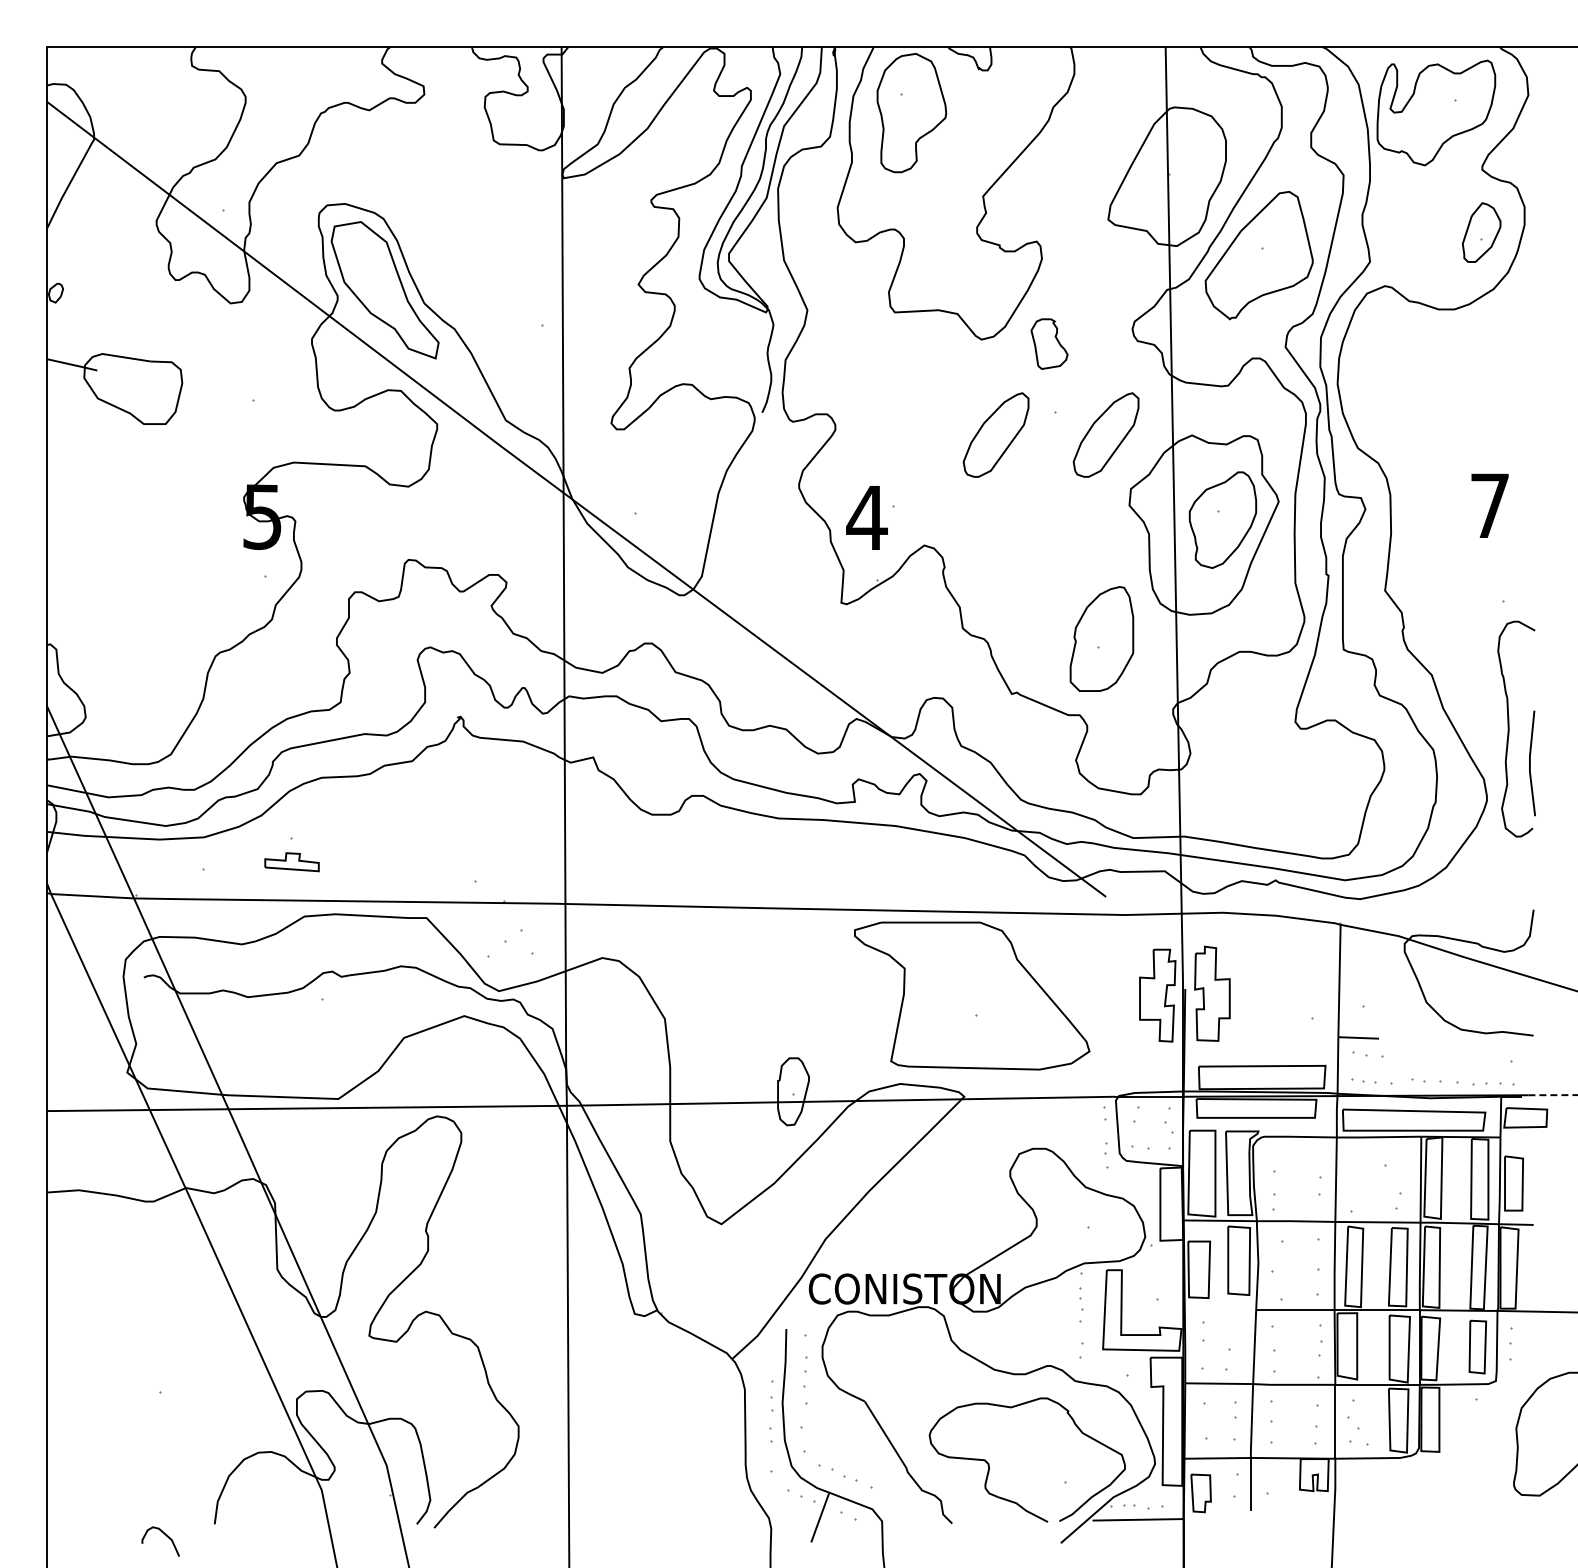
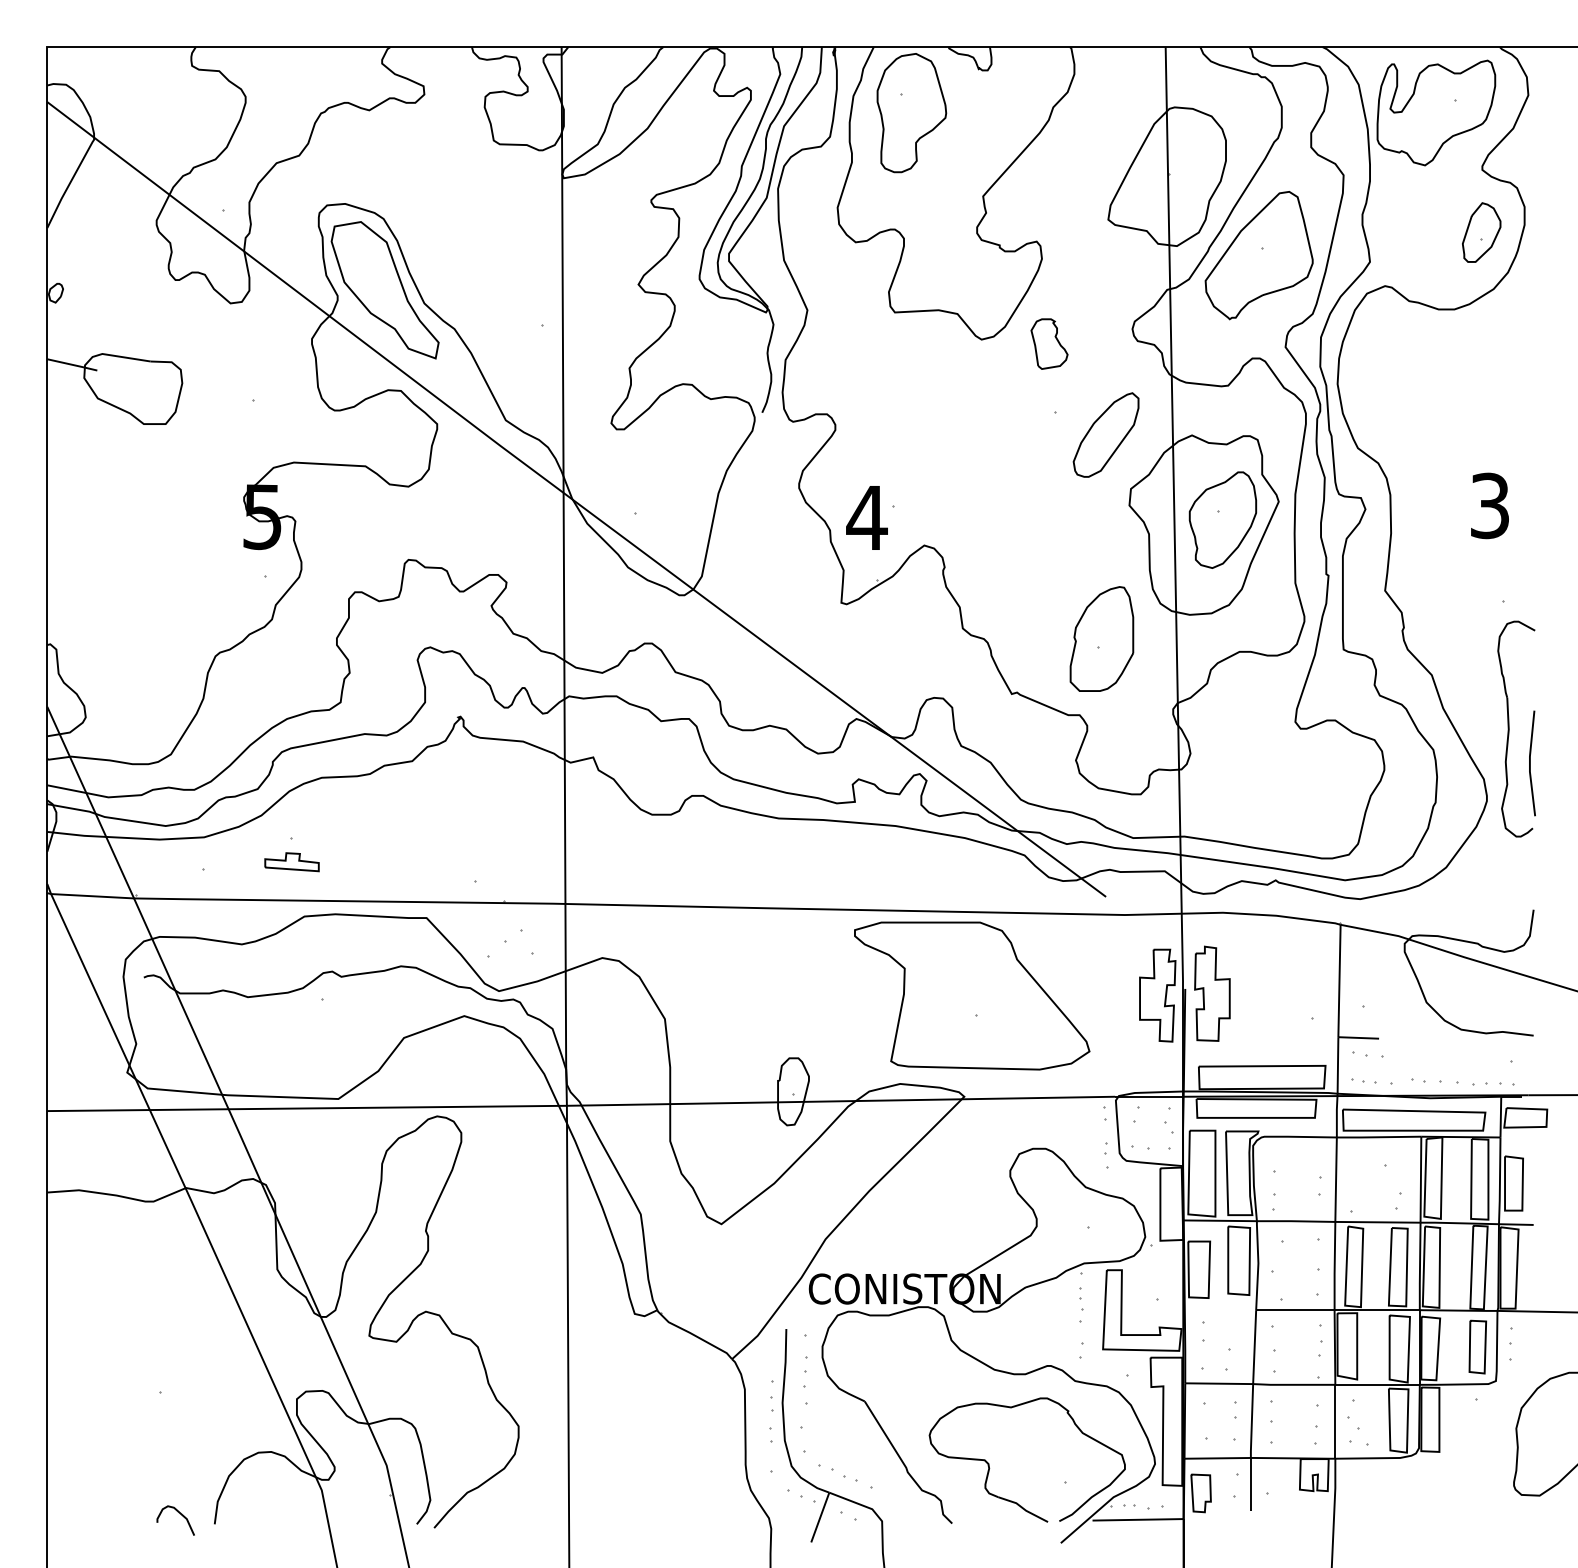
part at (995, 434): present -> none
text at (1489, 505): 7 -> 3
line at (1553, 1095): dashed -> solid
curve at (165, 1535) position: (165, 1535) -> (180, 1514)
